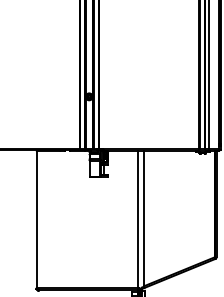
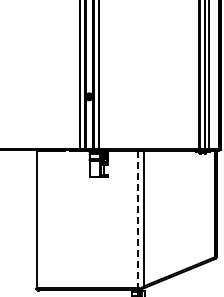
line at (137, 221): solid -> dashed
